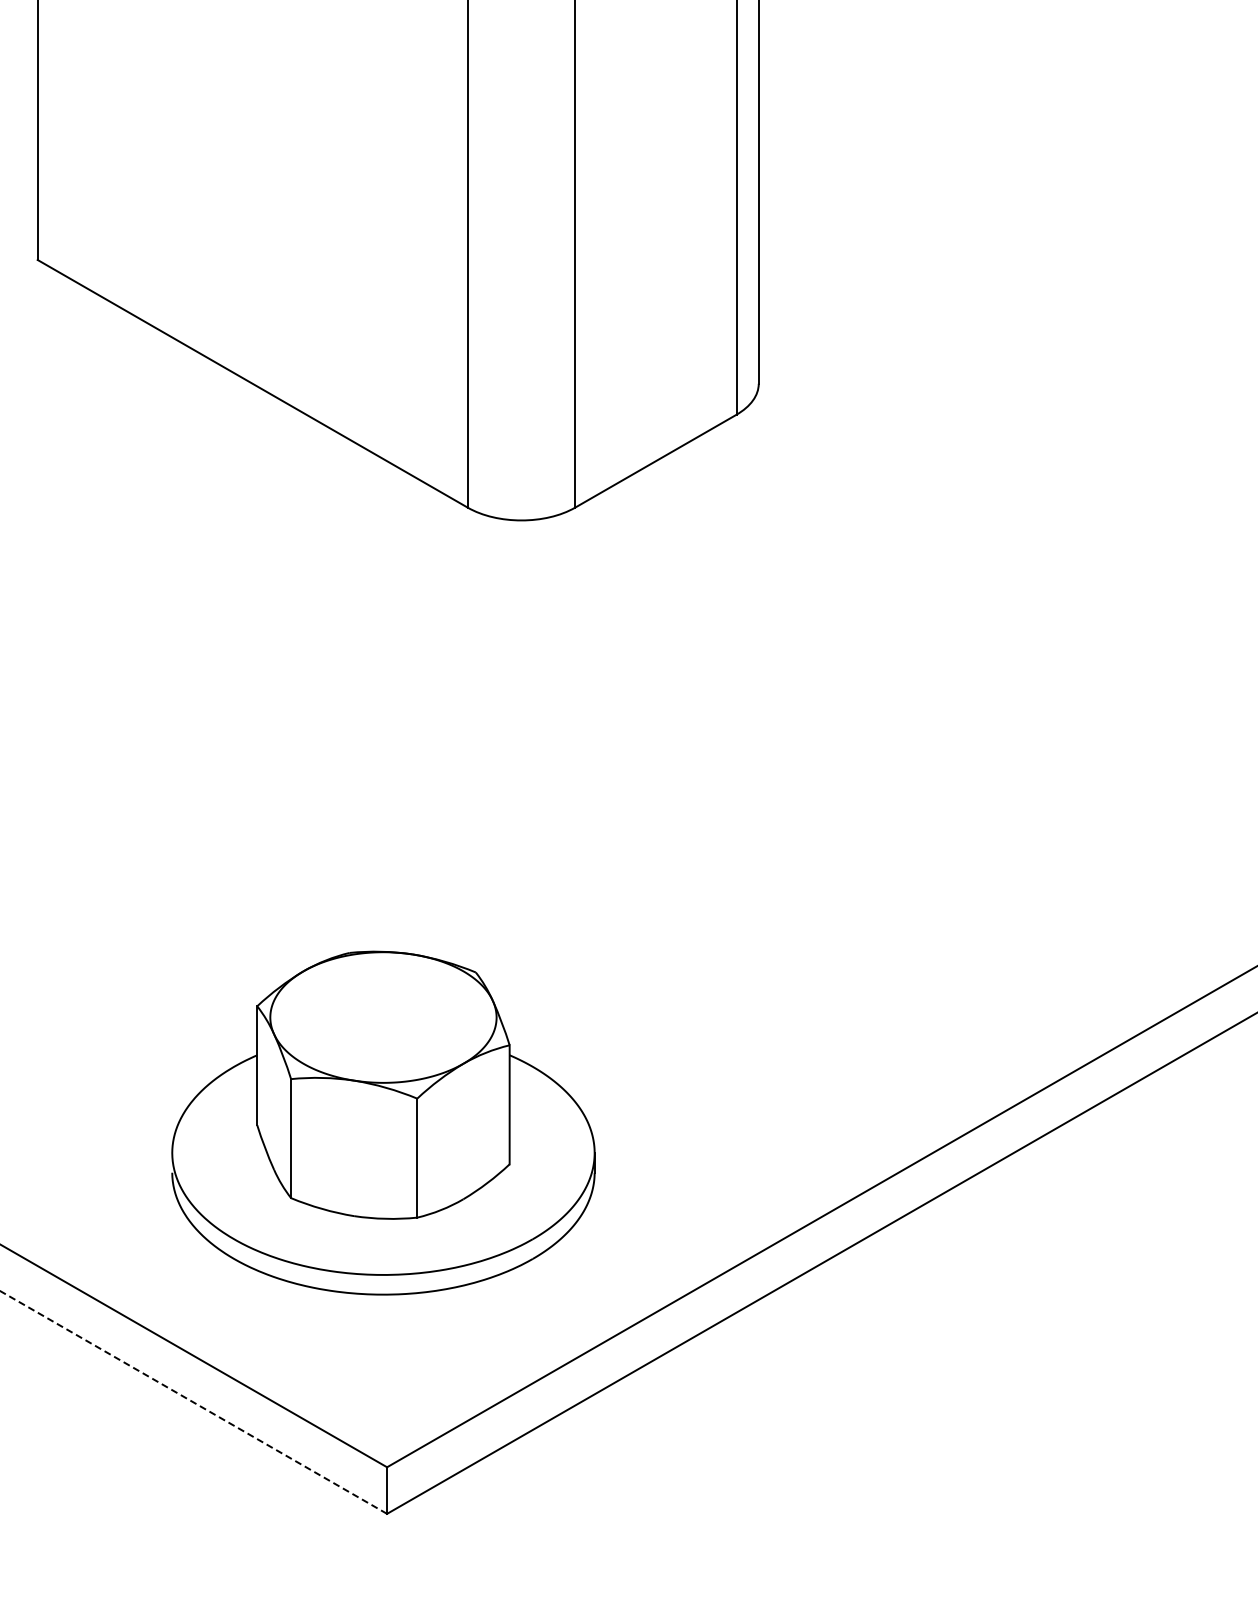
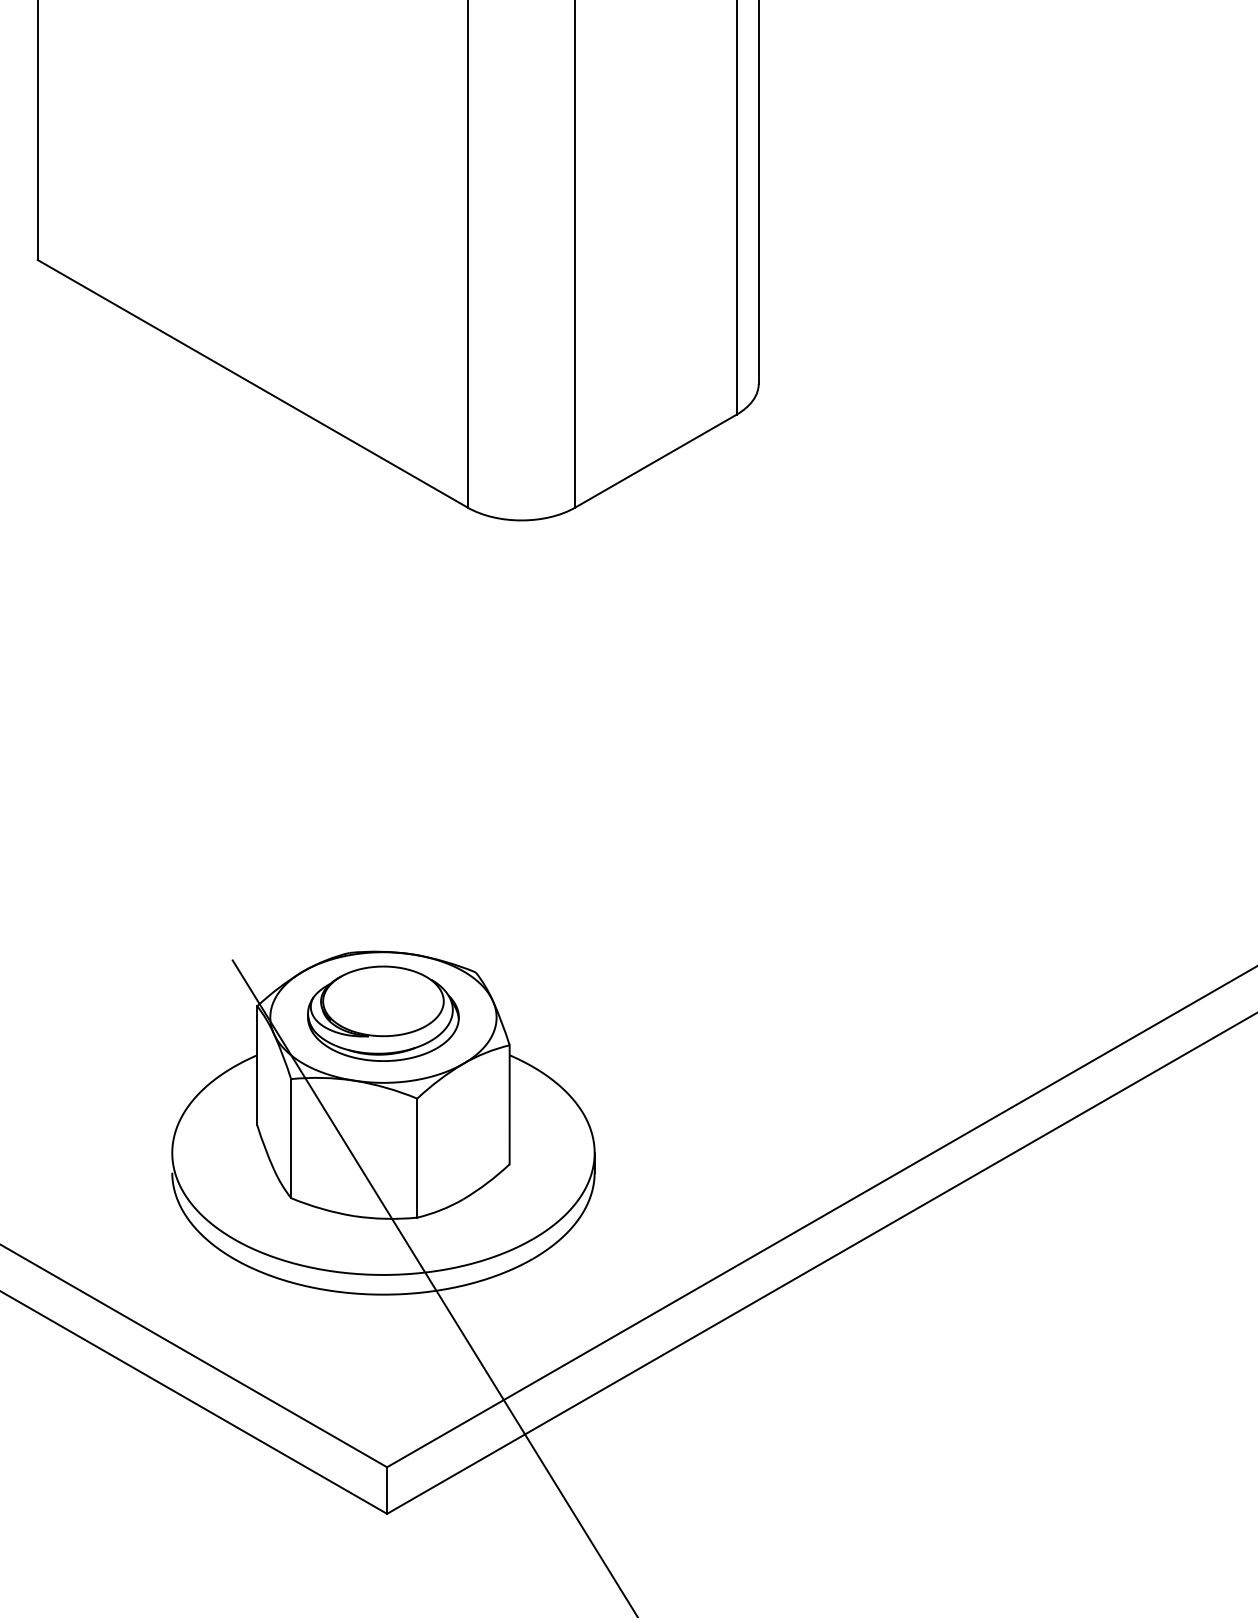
part at (383, 1013): none -> present
line at (433, 1287): none -> present
line at (193, 1402): dashed -> solid
